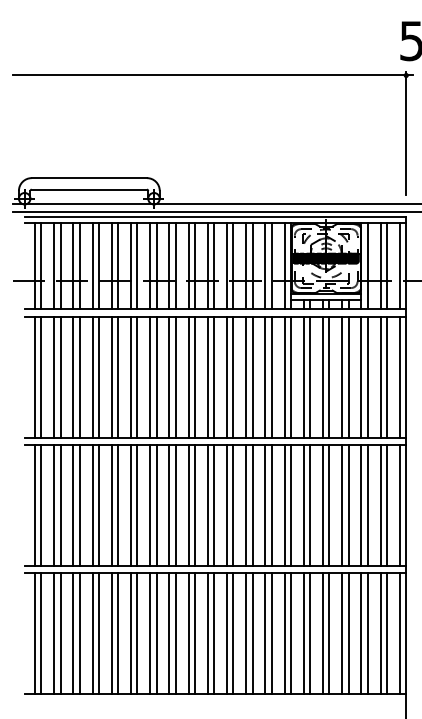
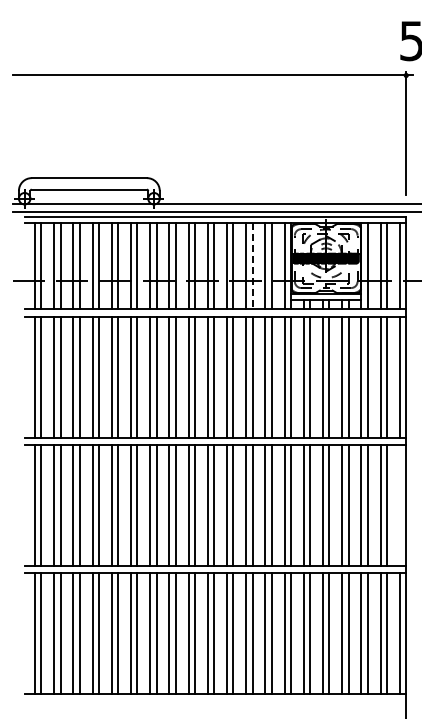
line at (252, 266): solid -> dashed
line at (399, 505): present -> none
